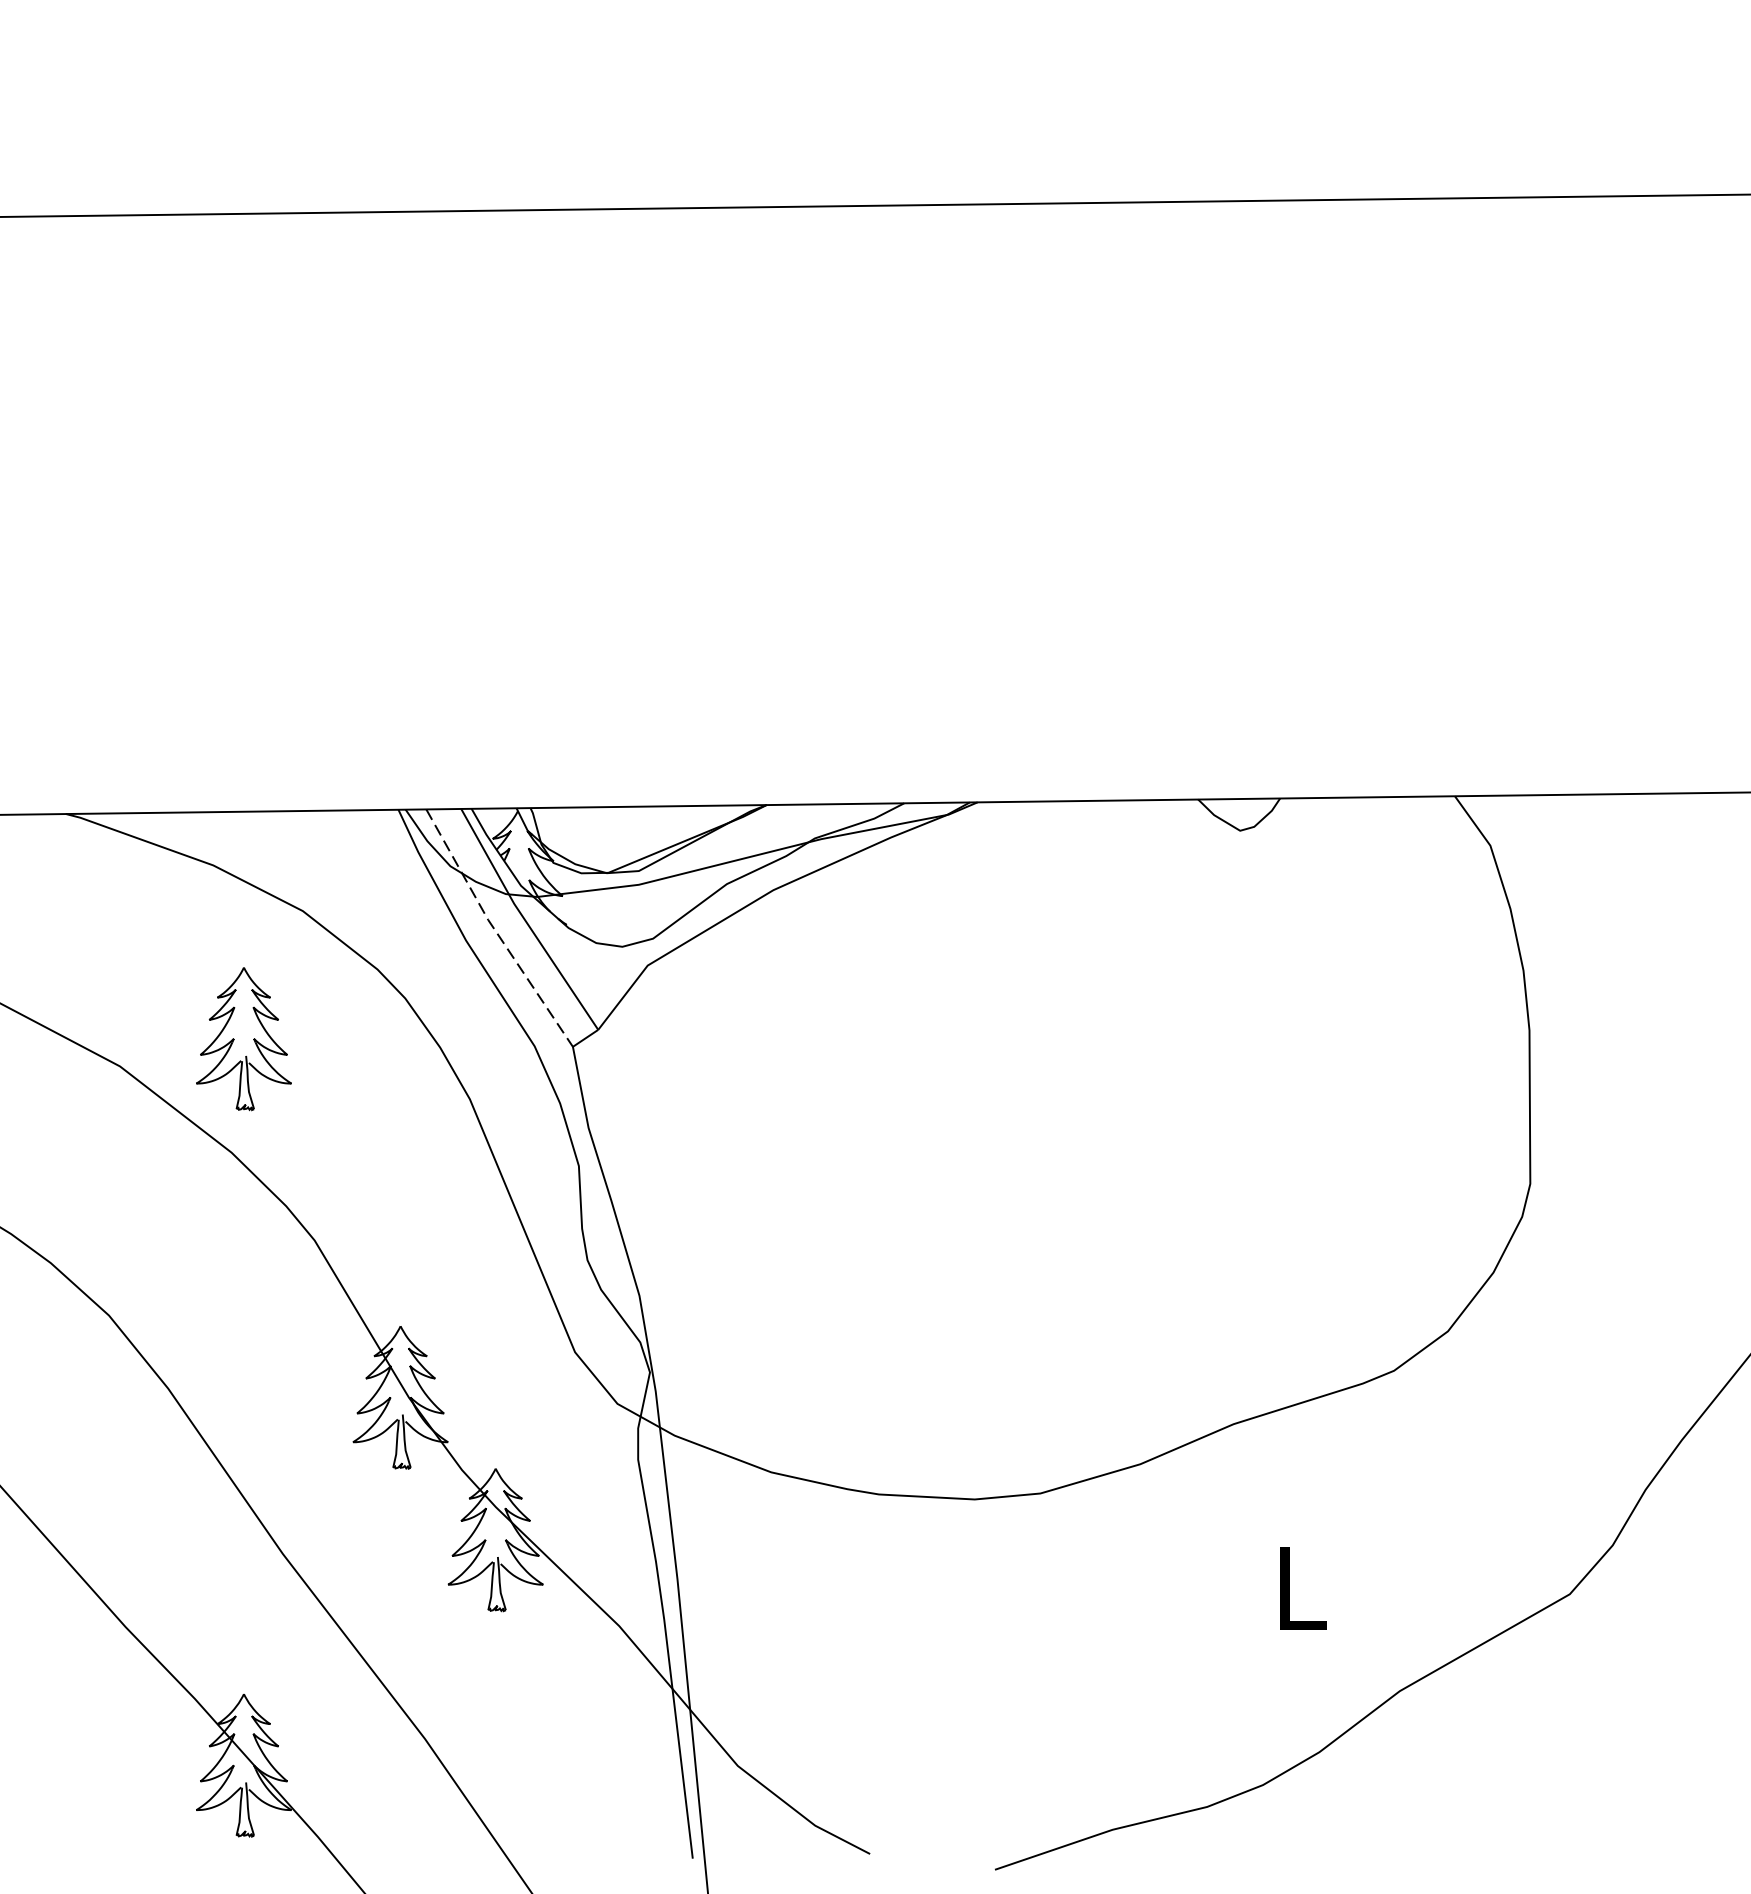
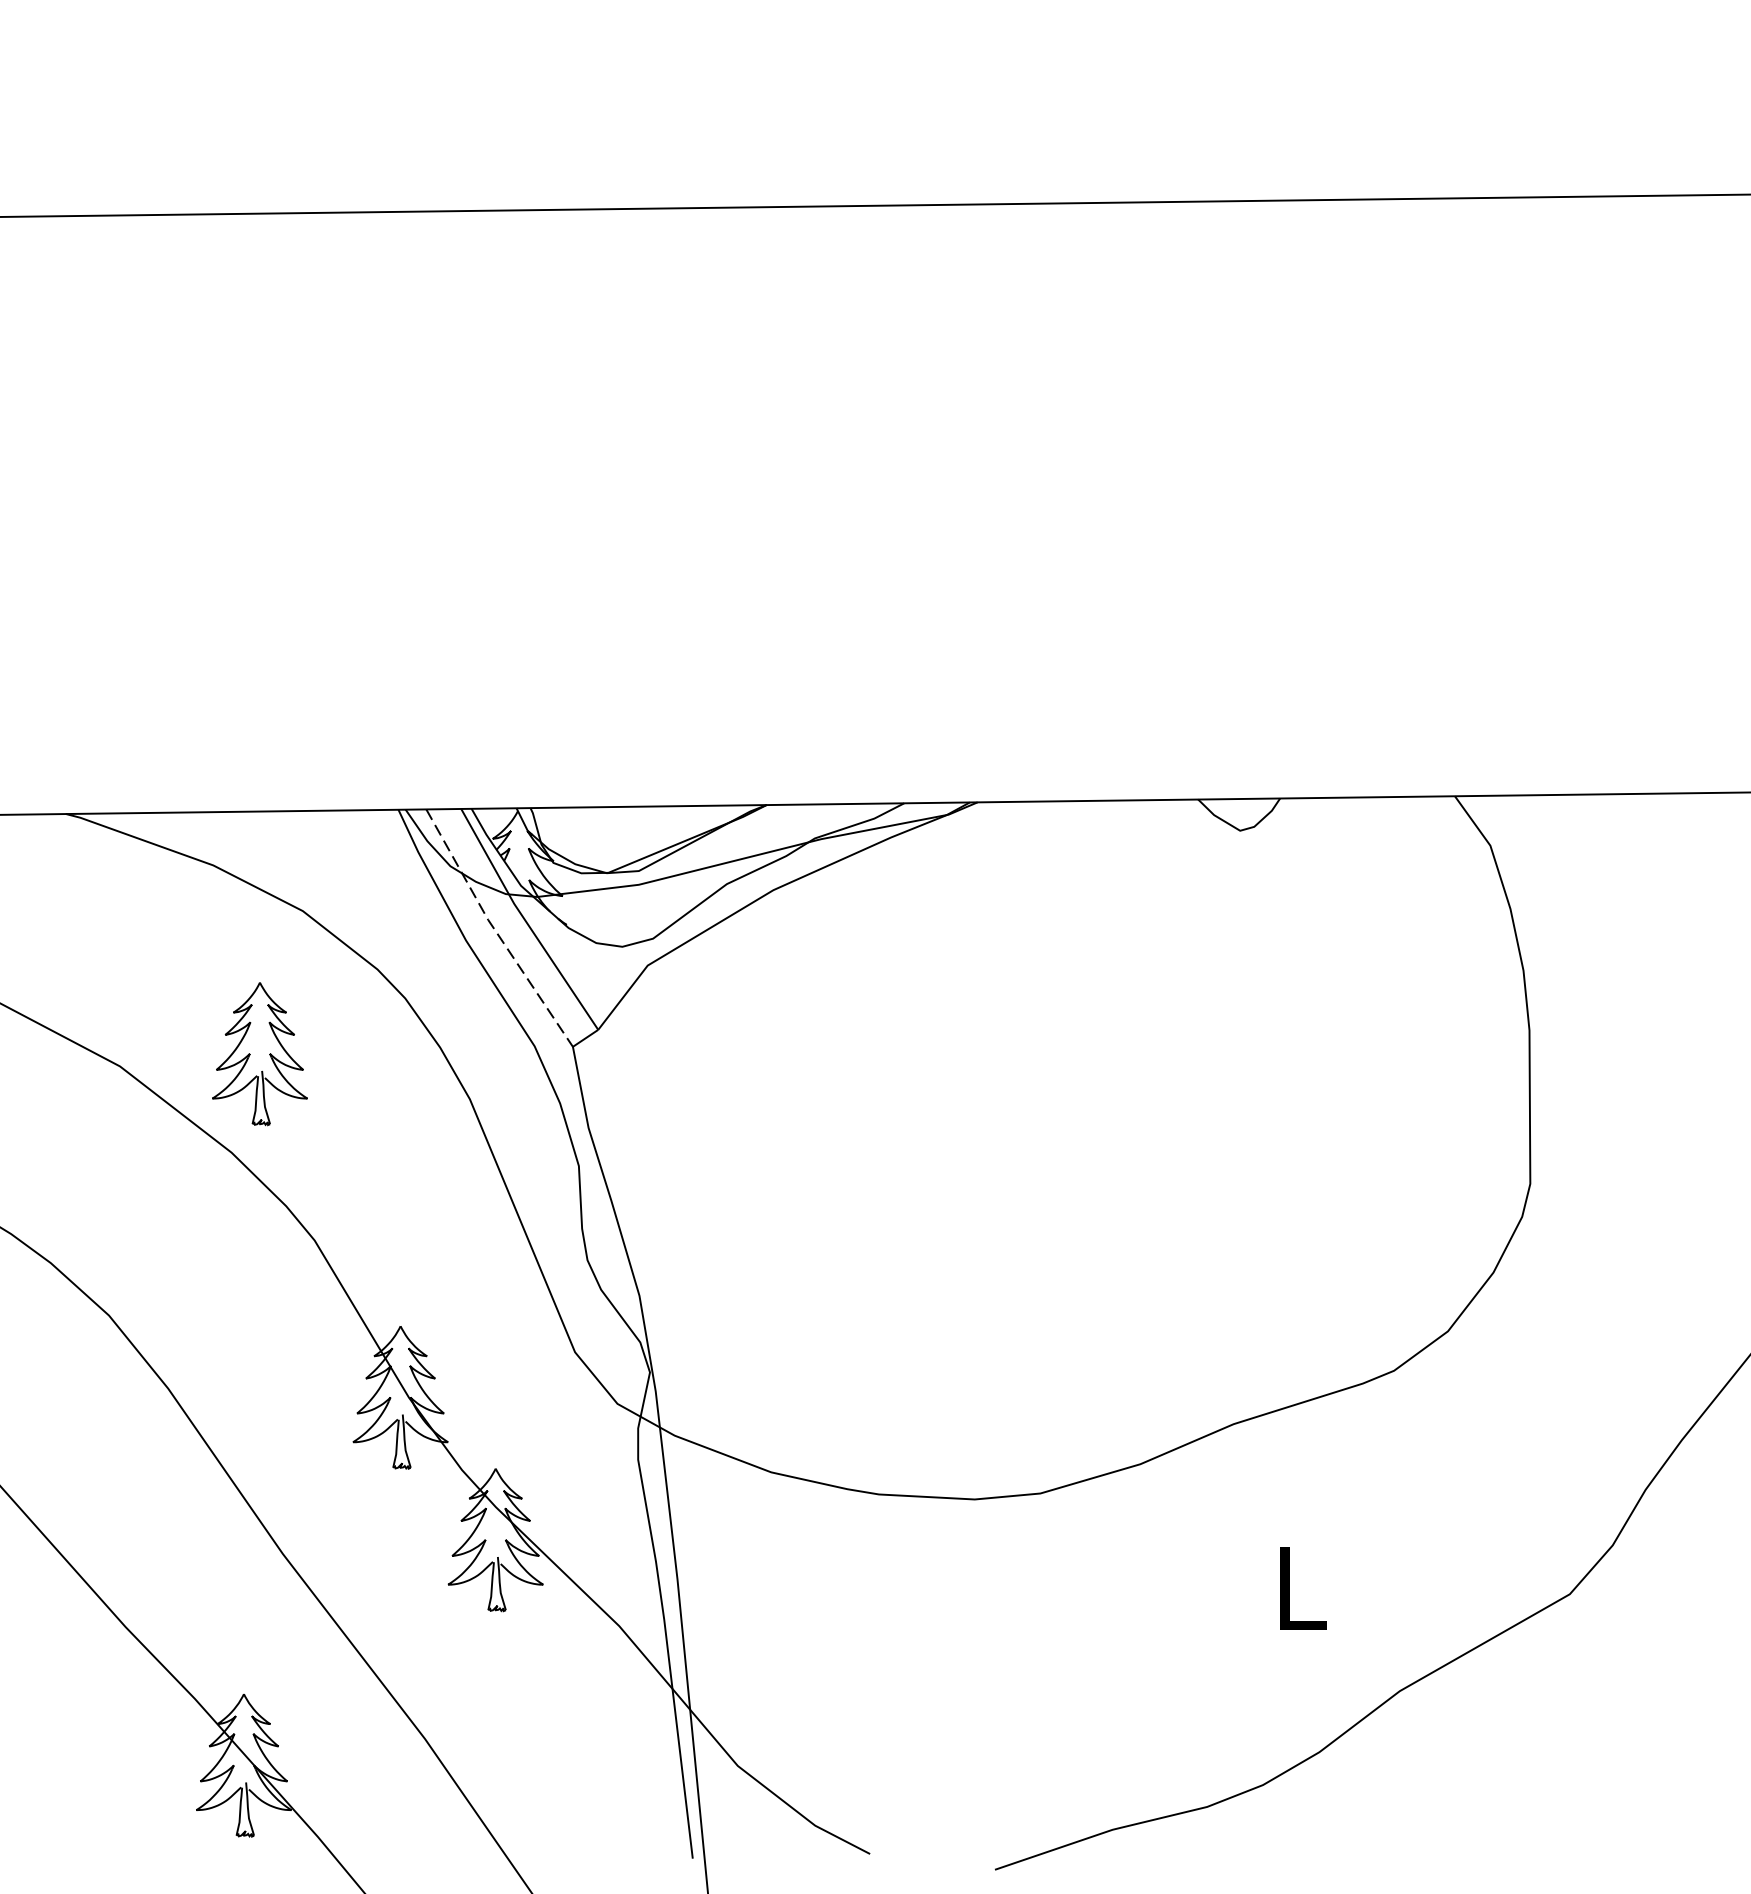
part at (243, 1039) position: (243, 1039) -> (259, 1054)
